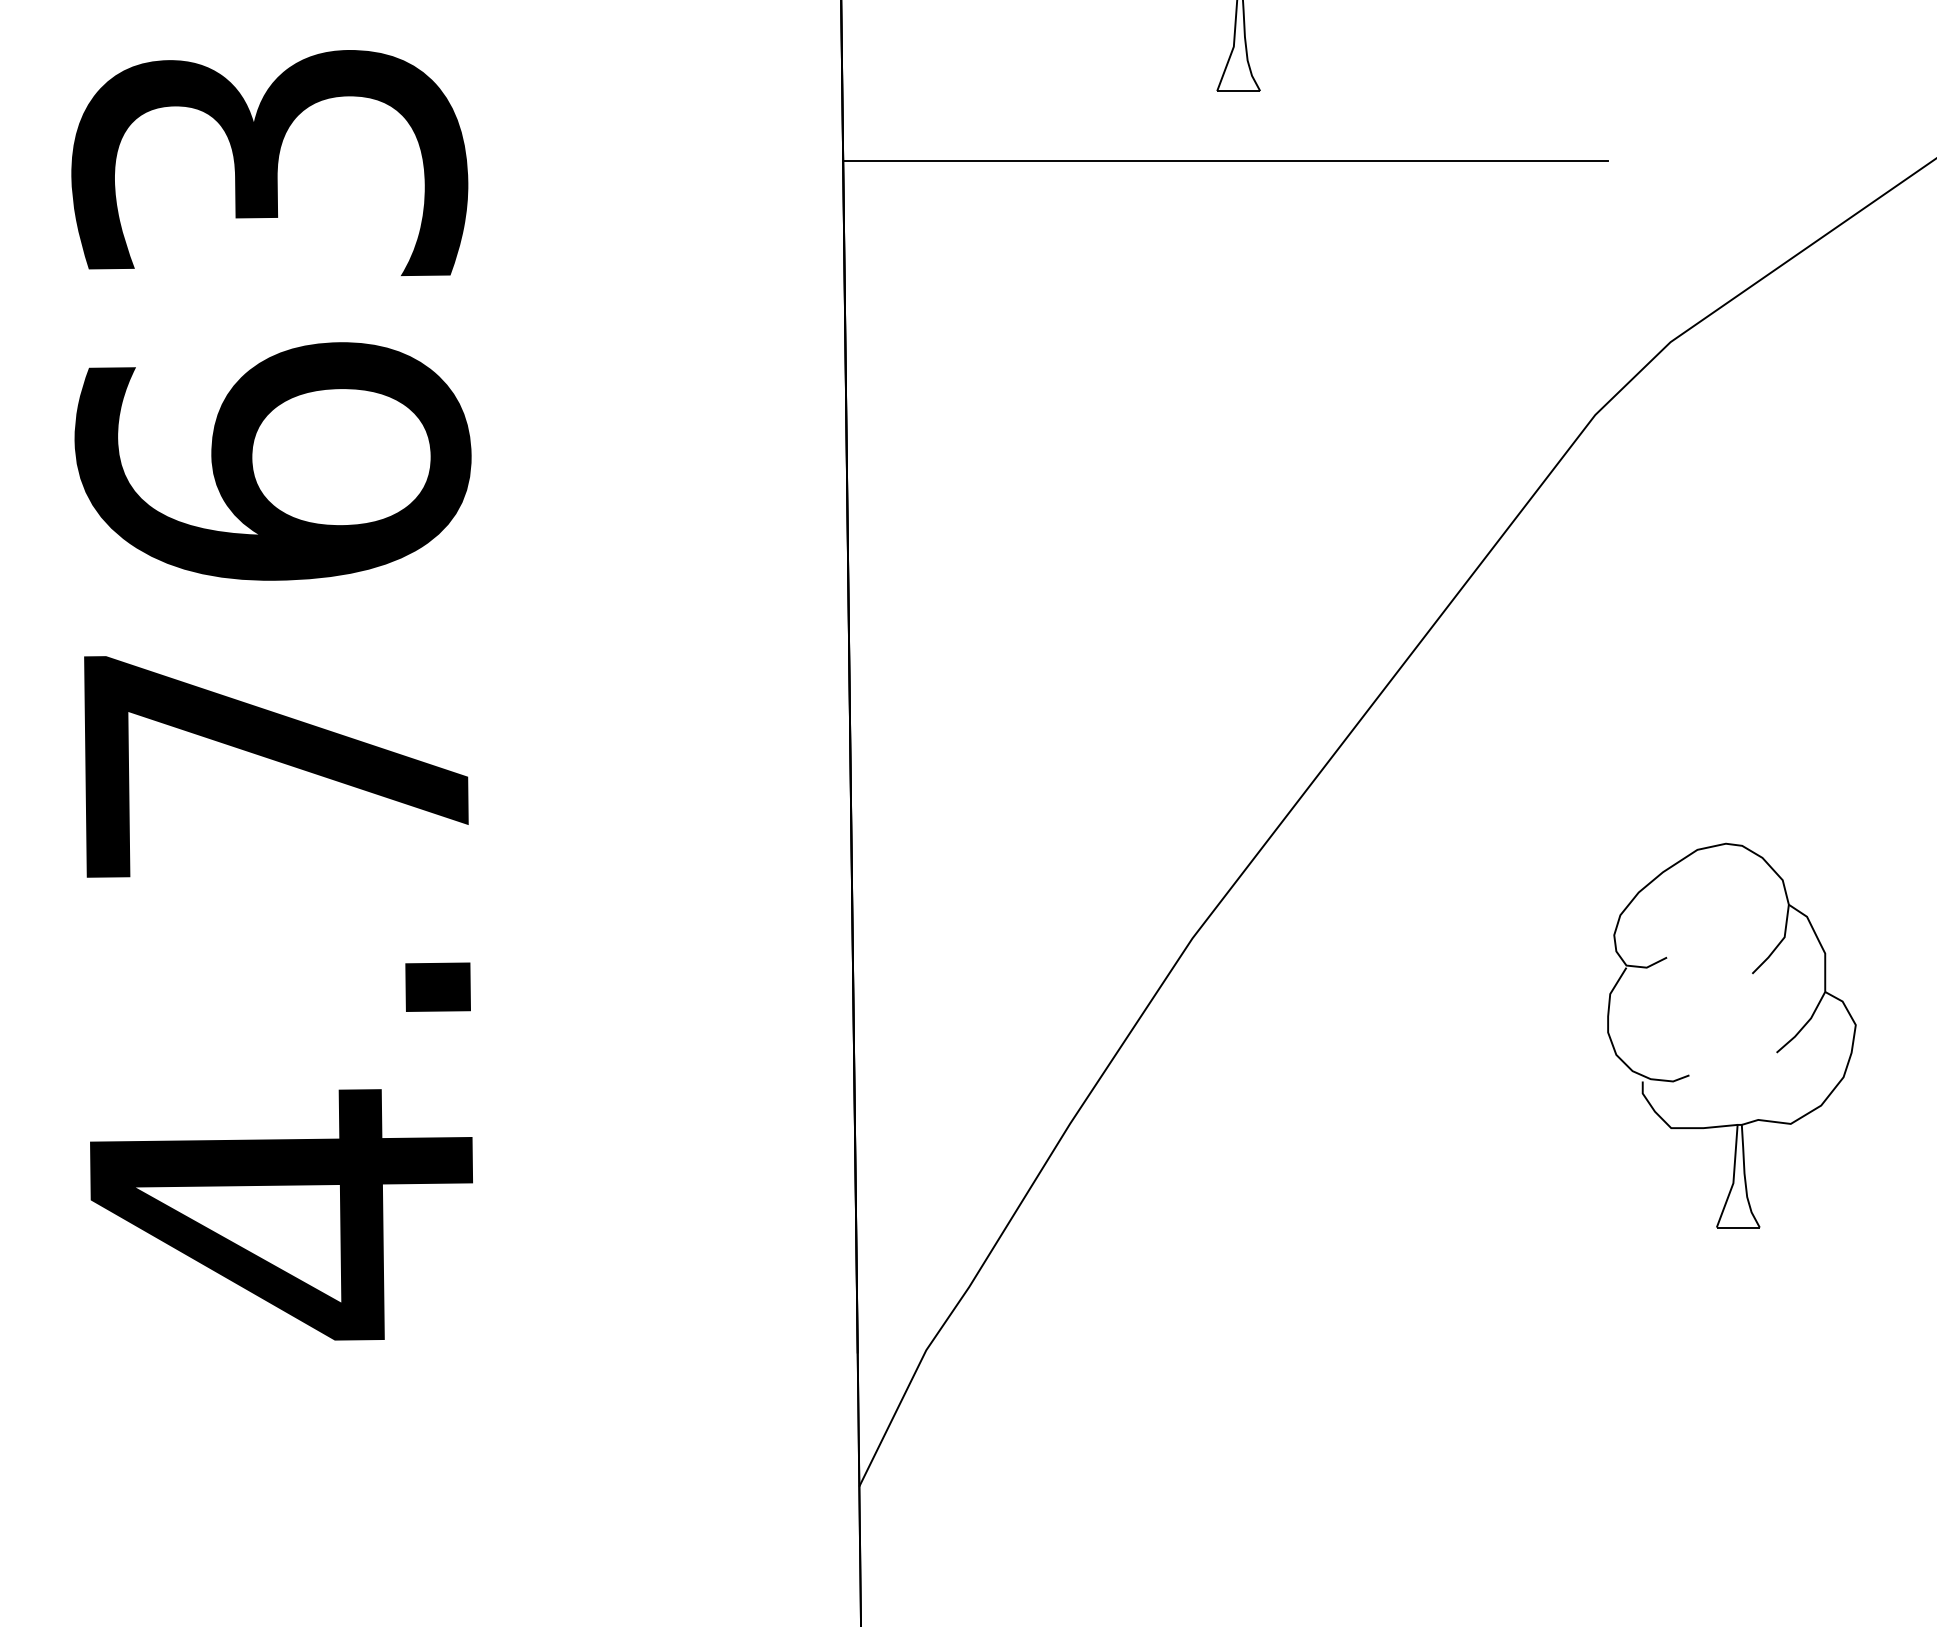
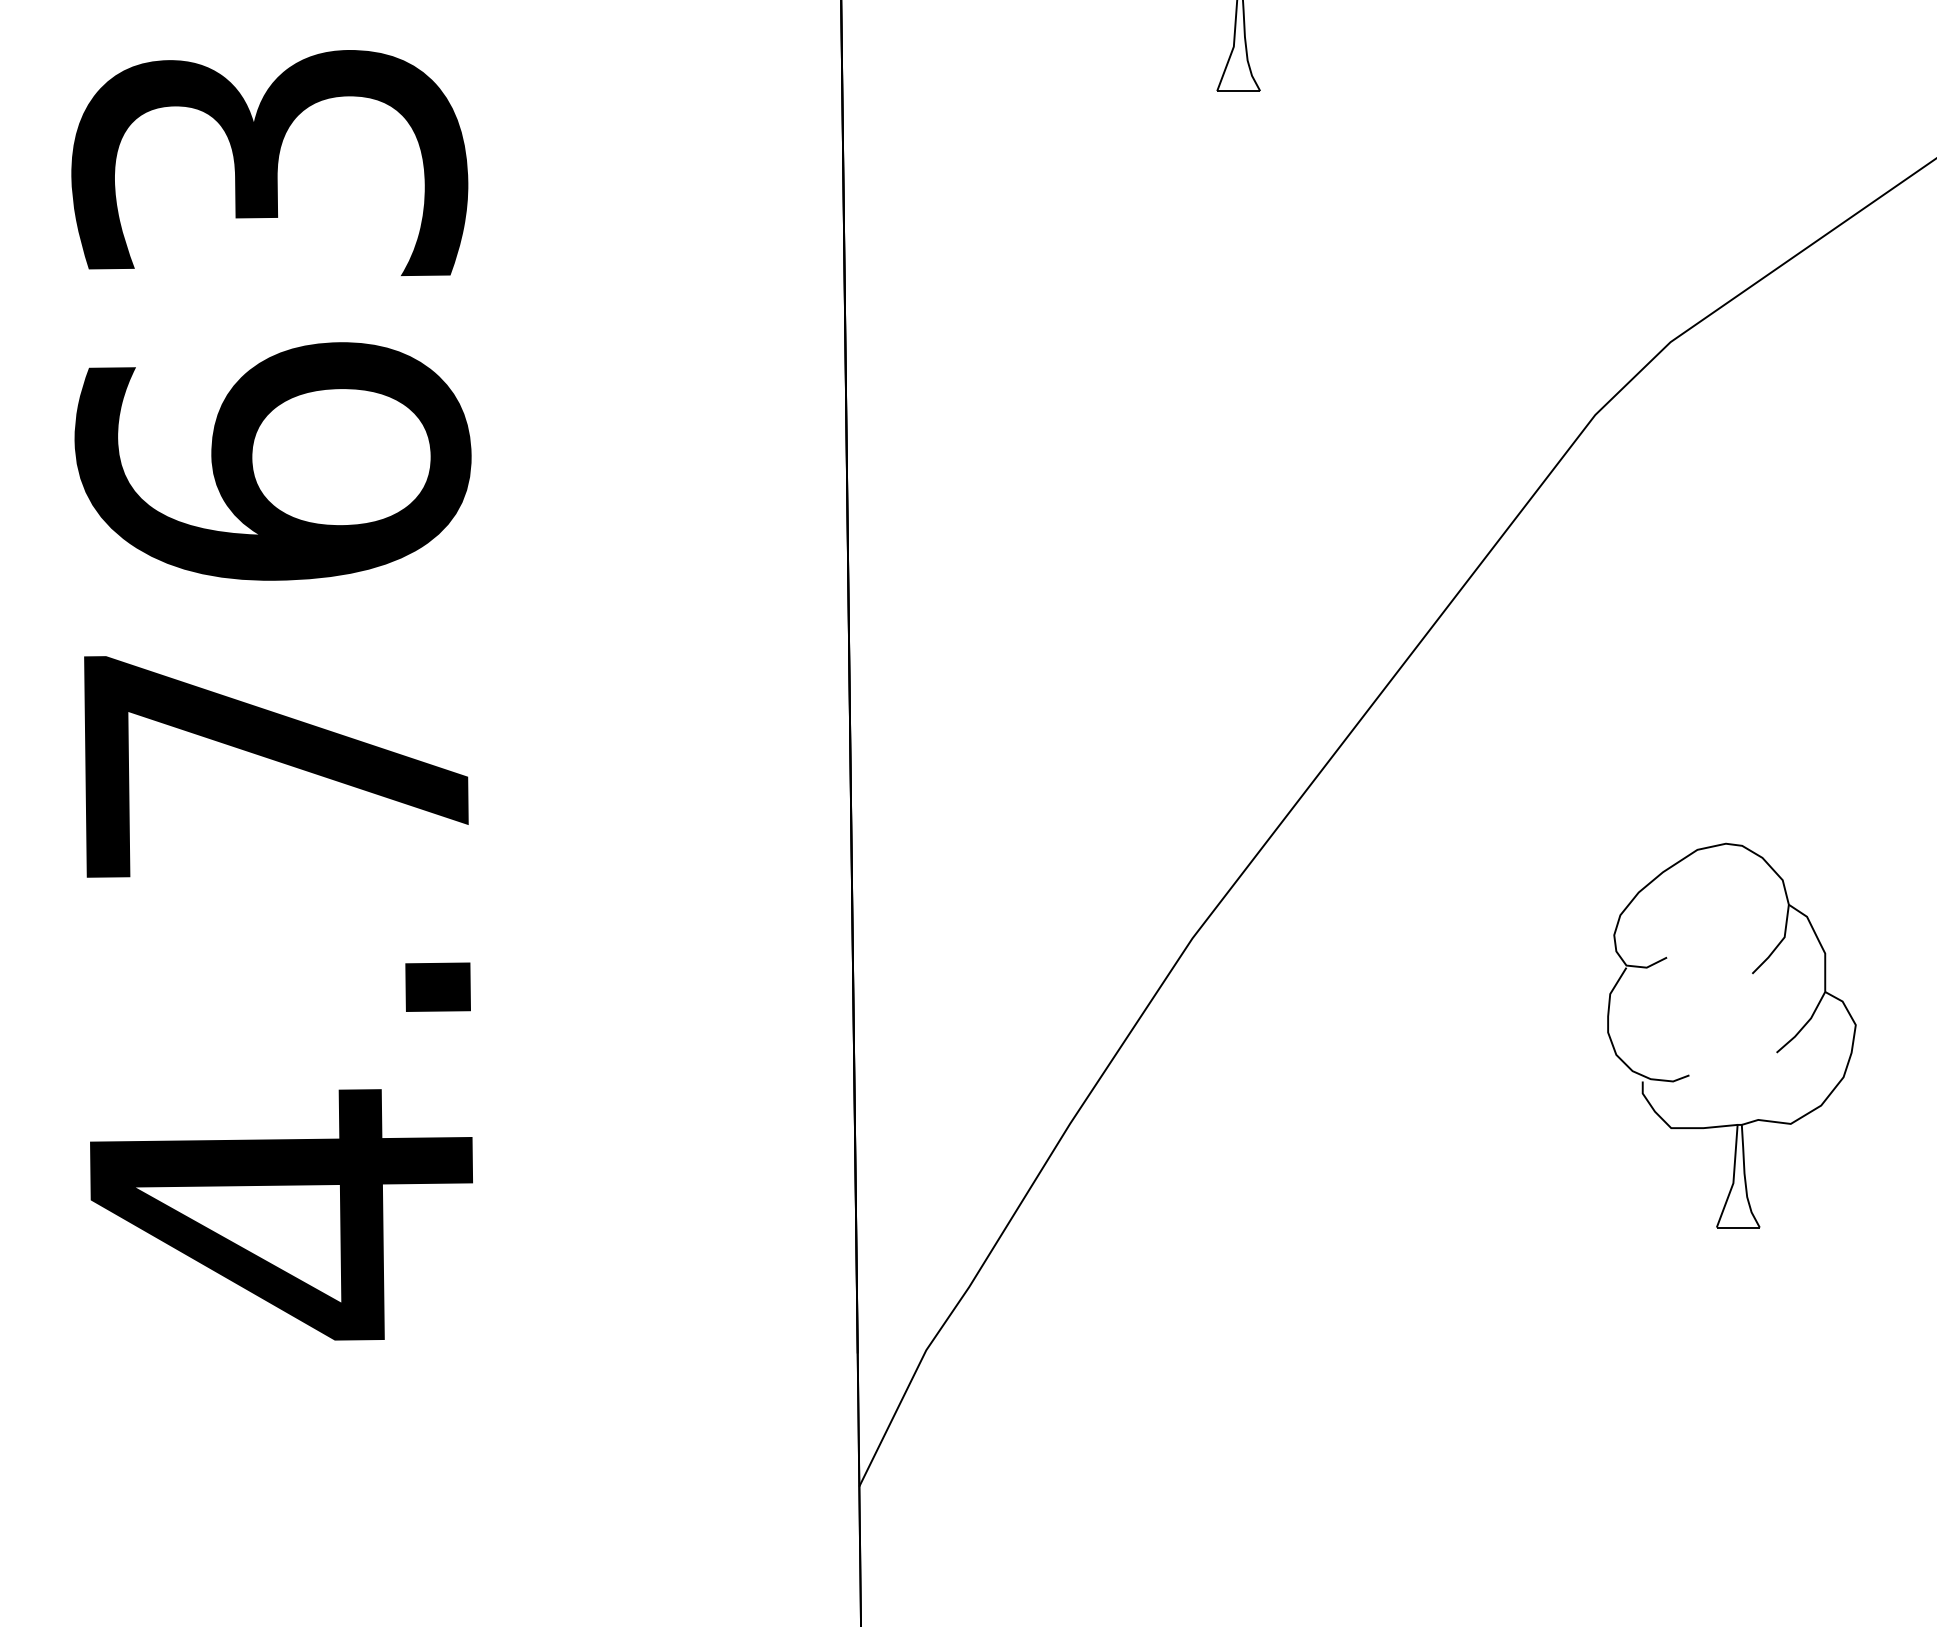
line at (1225, 161): present -> none
